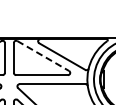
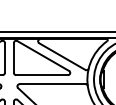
line at (57, 32): none -> present
line at (43, 56): dashed -> solid
